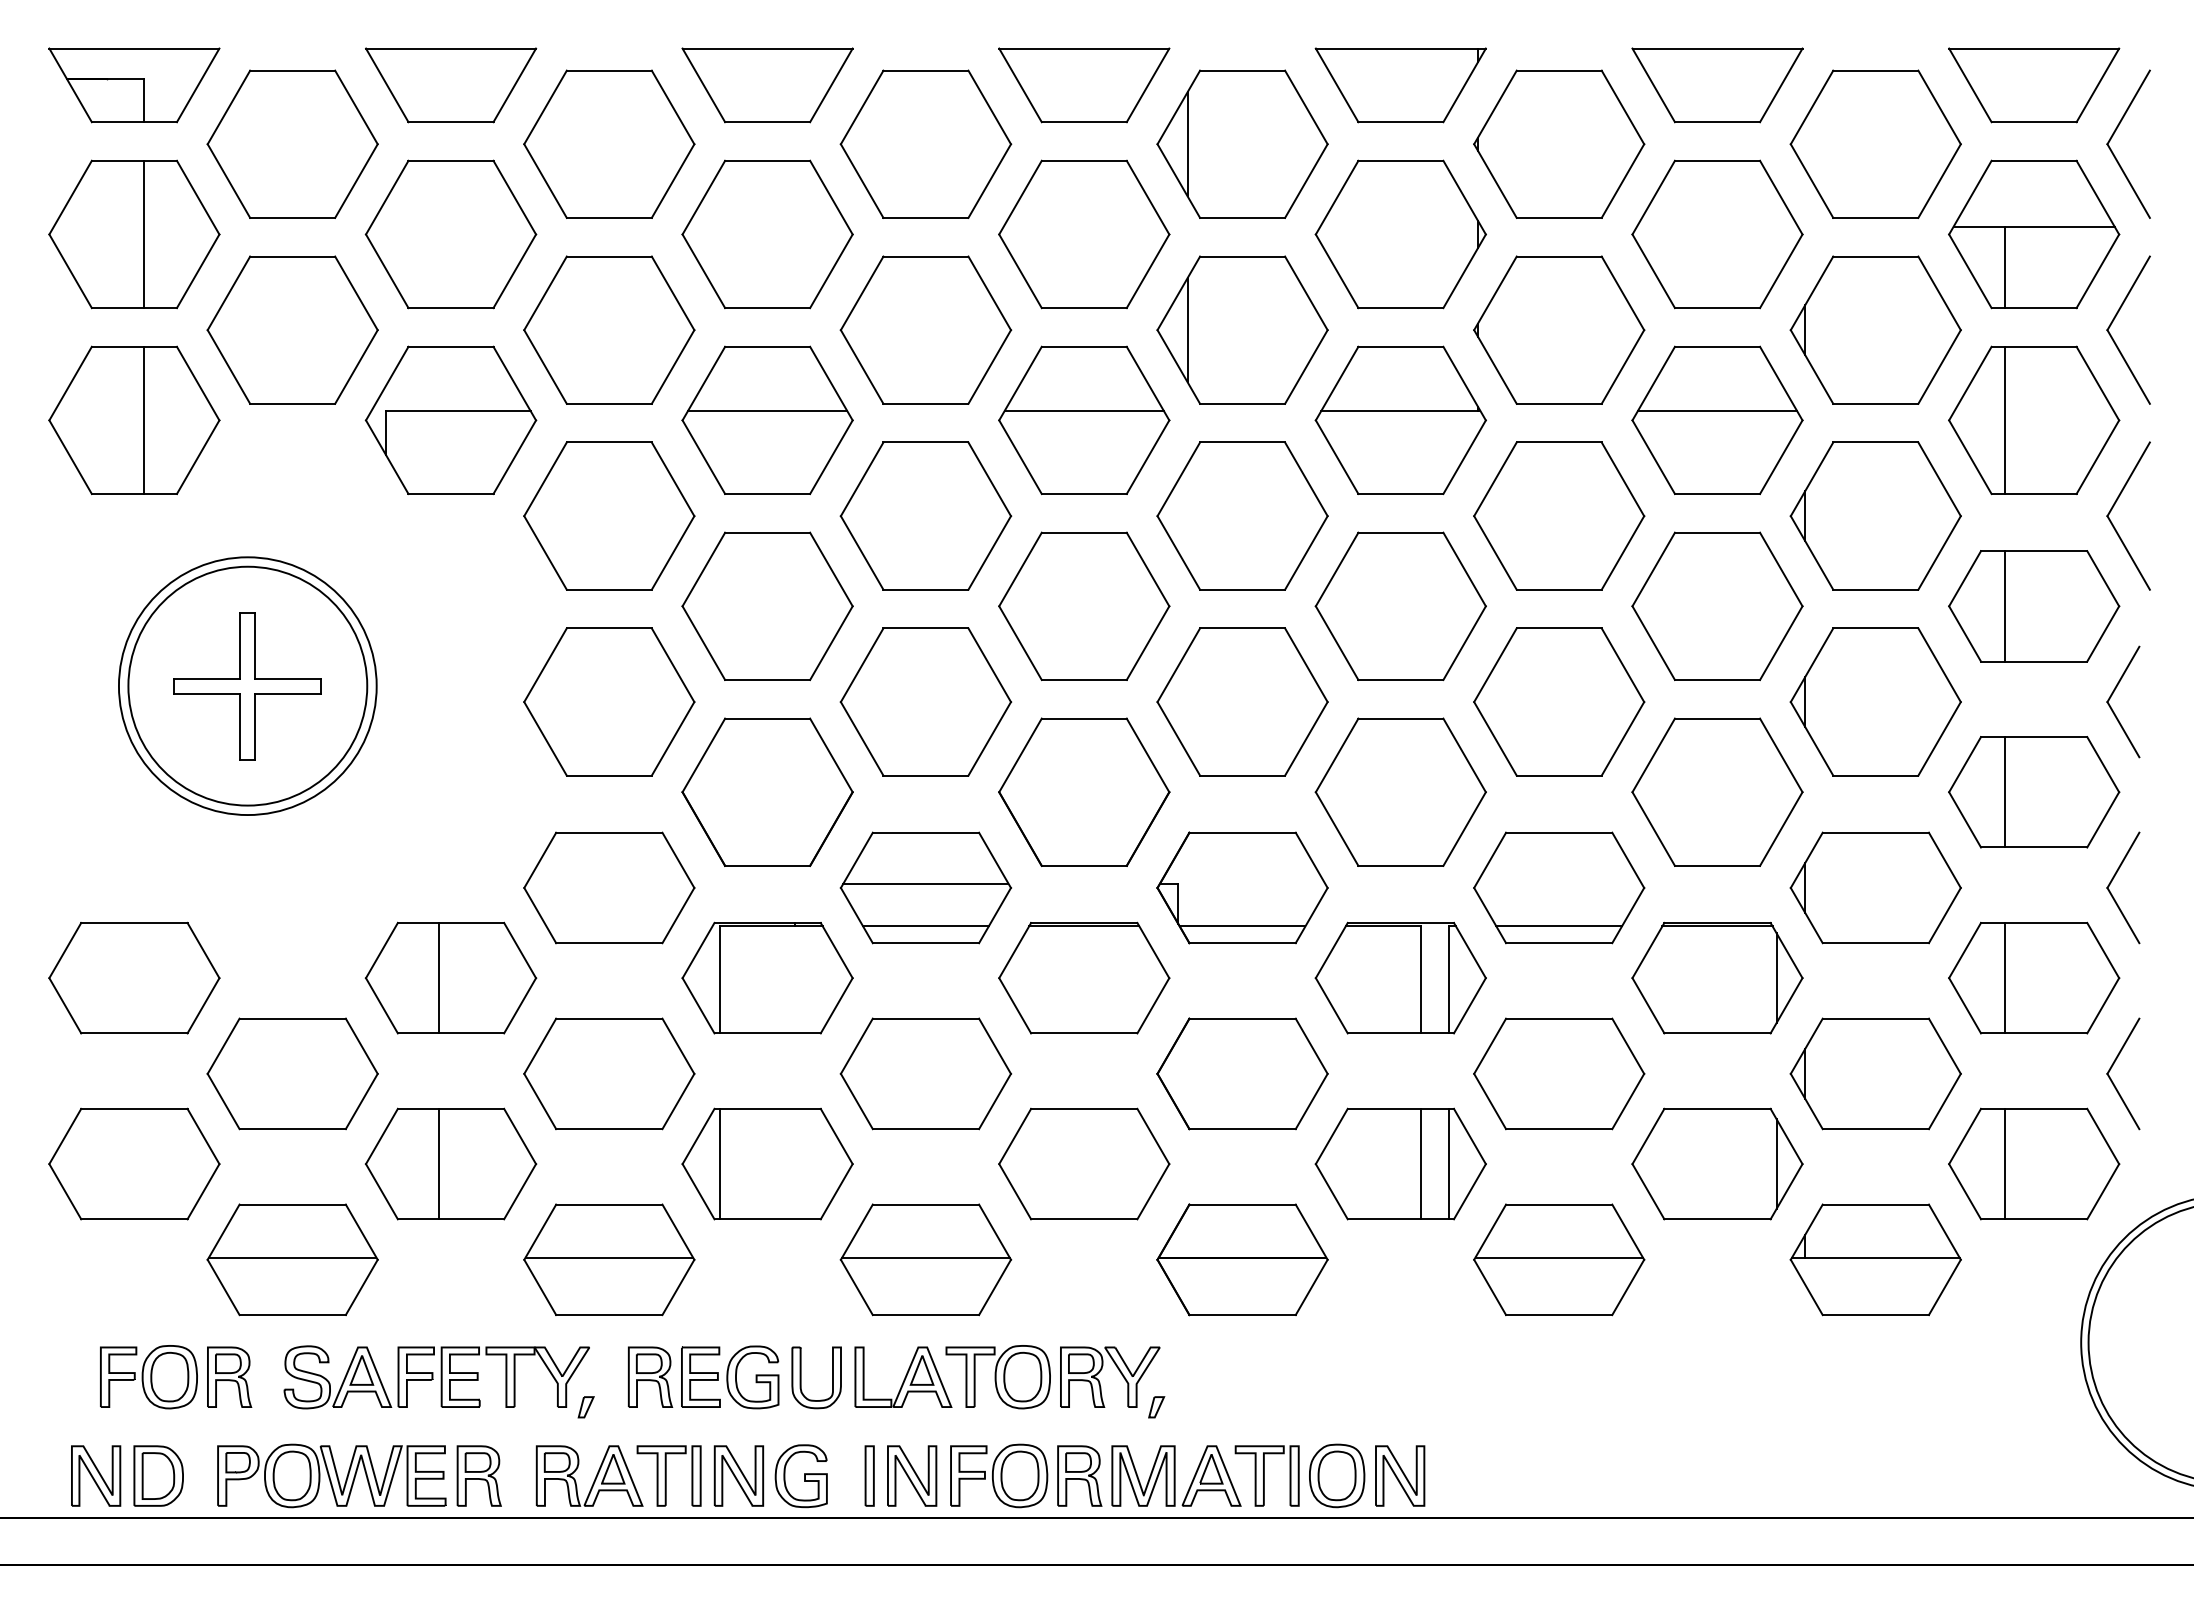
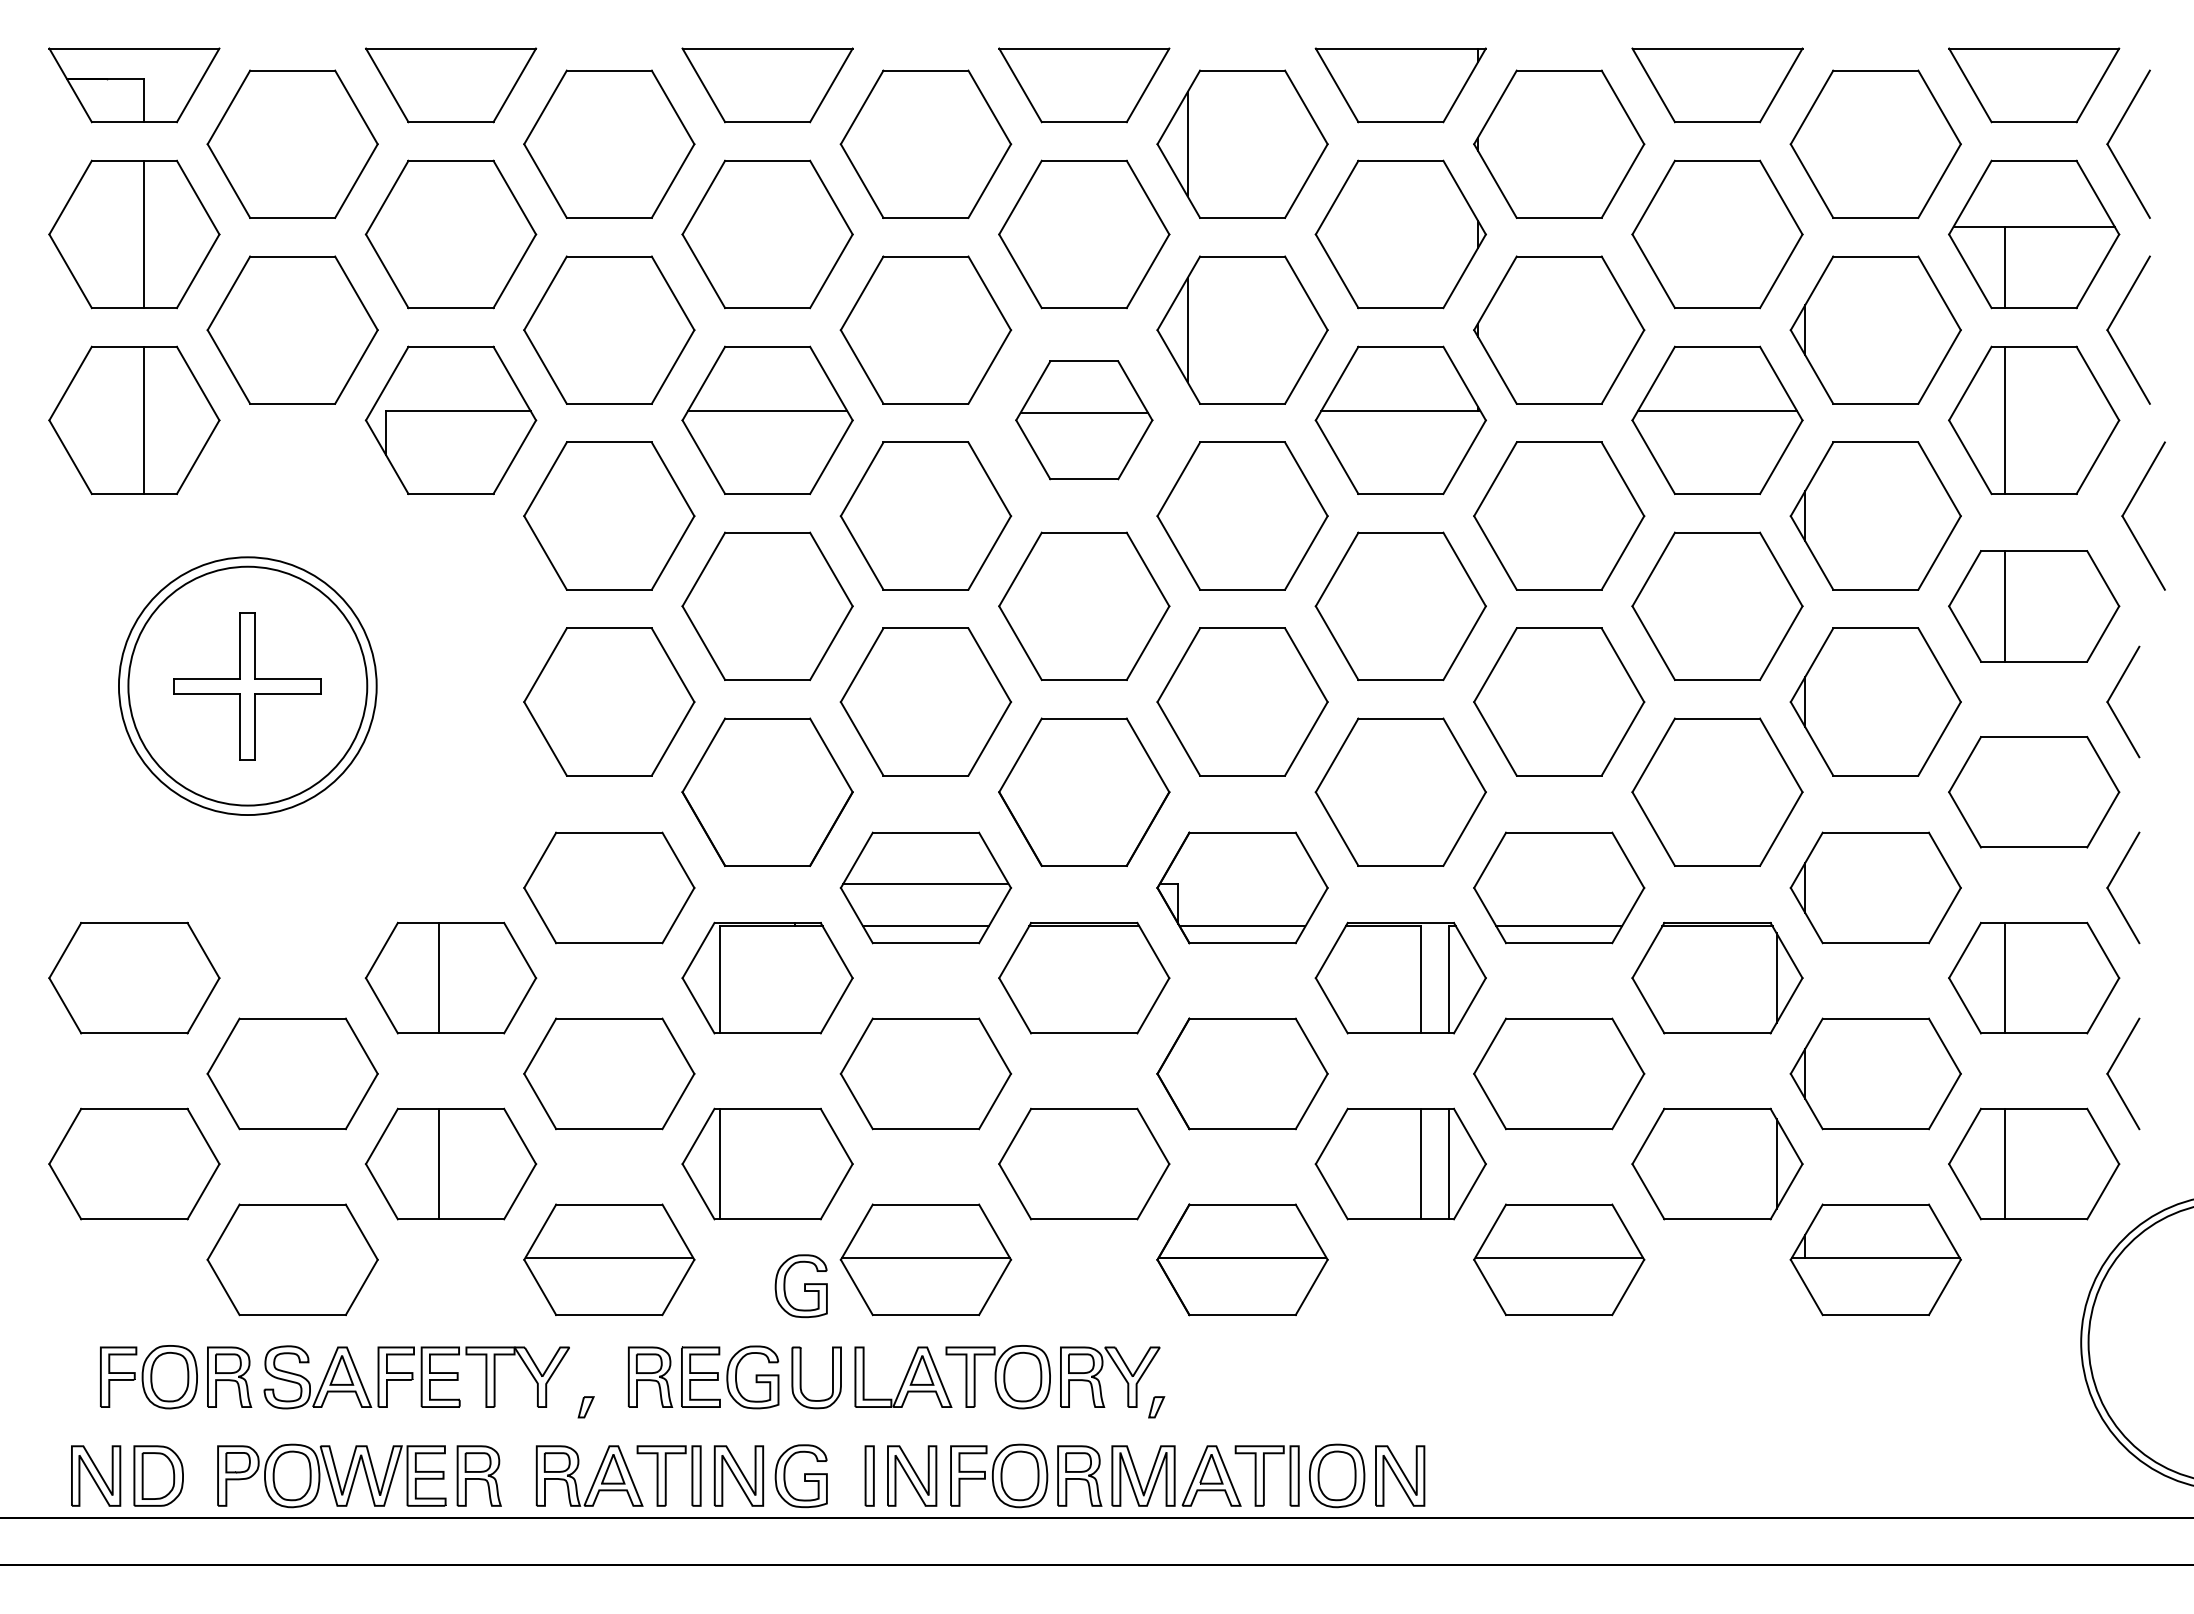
part at (1084, 419) size: 173x150 px -> 139x121 px
part at (2114, 506) position: (2114, 506) -> (2129, 506)
line at (2005, 792): present -> none
line at (292, 1257): present -> none
part at (800, 1286): none -> present
part at (436, 1377) position: (436, 1377) -> (416, 1377)
